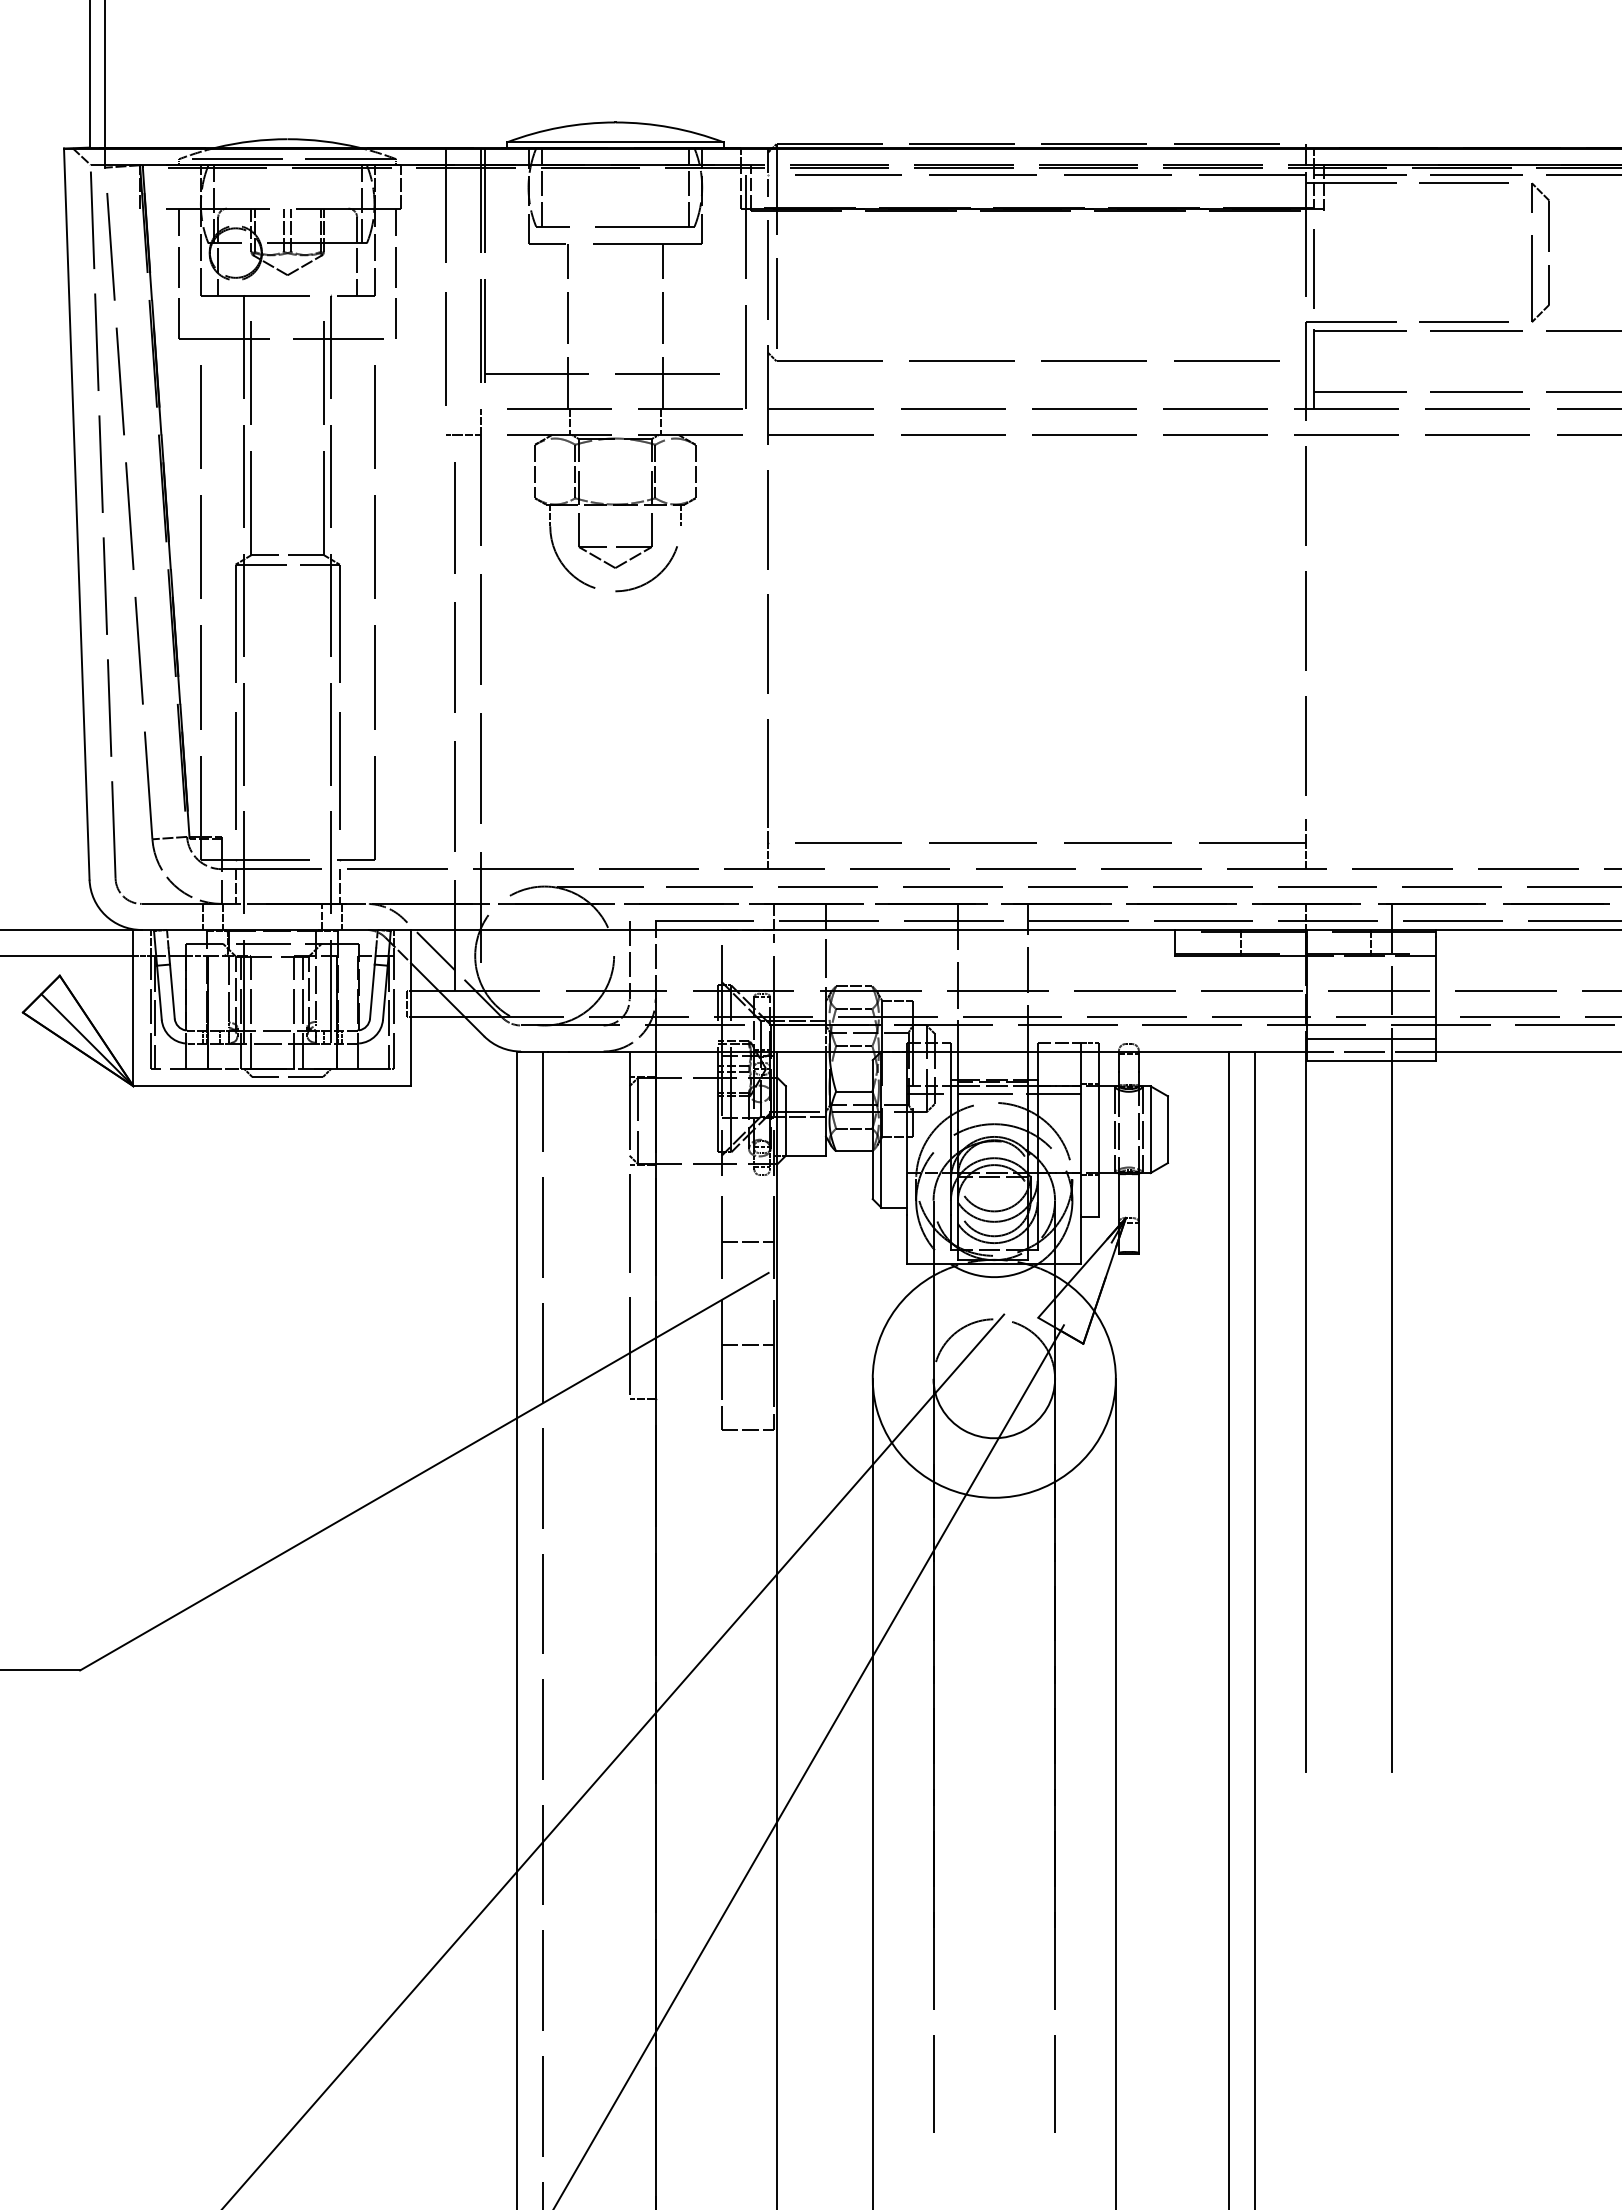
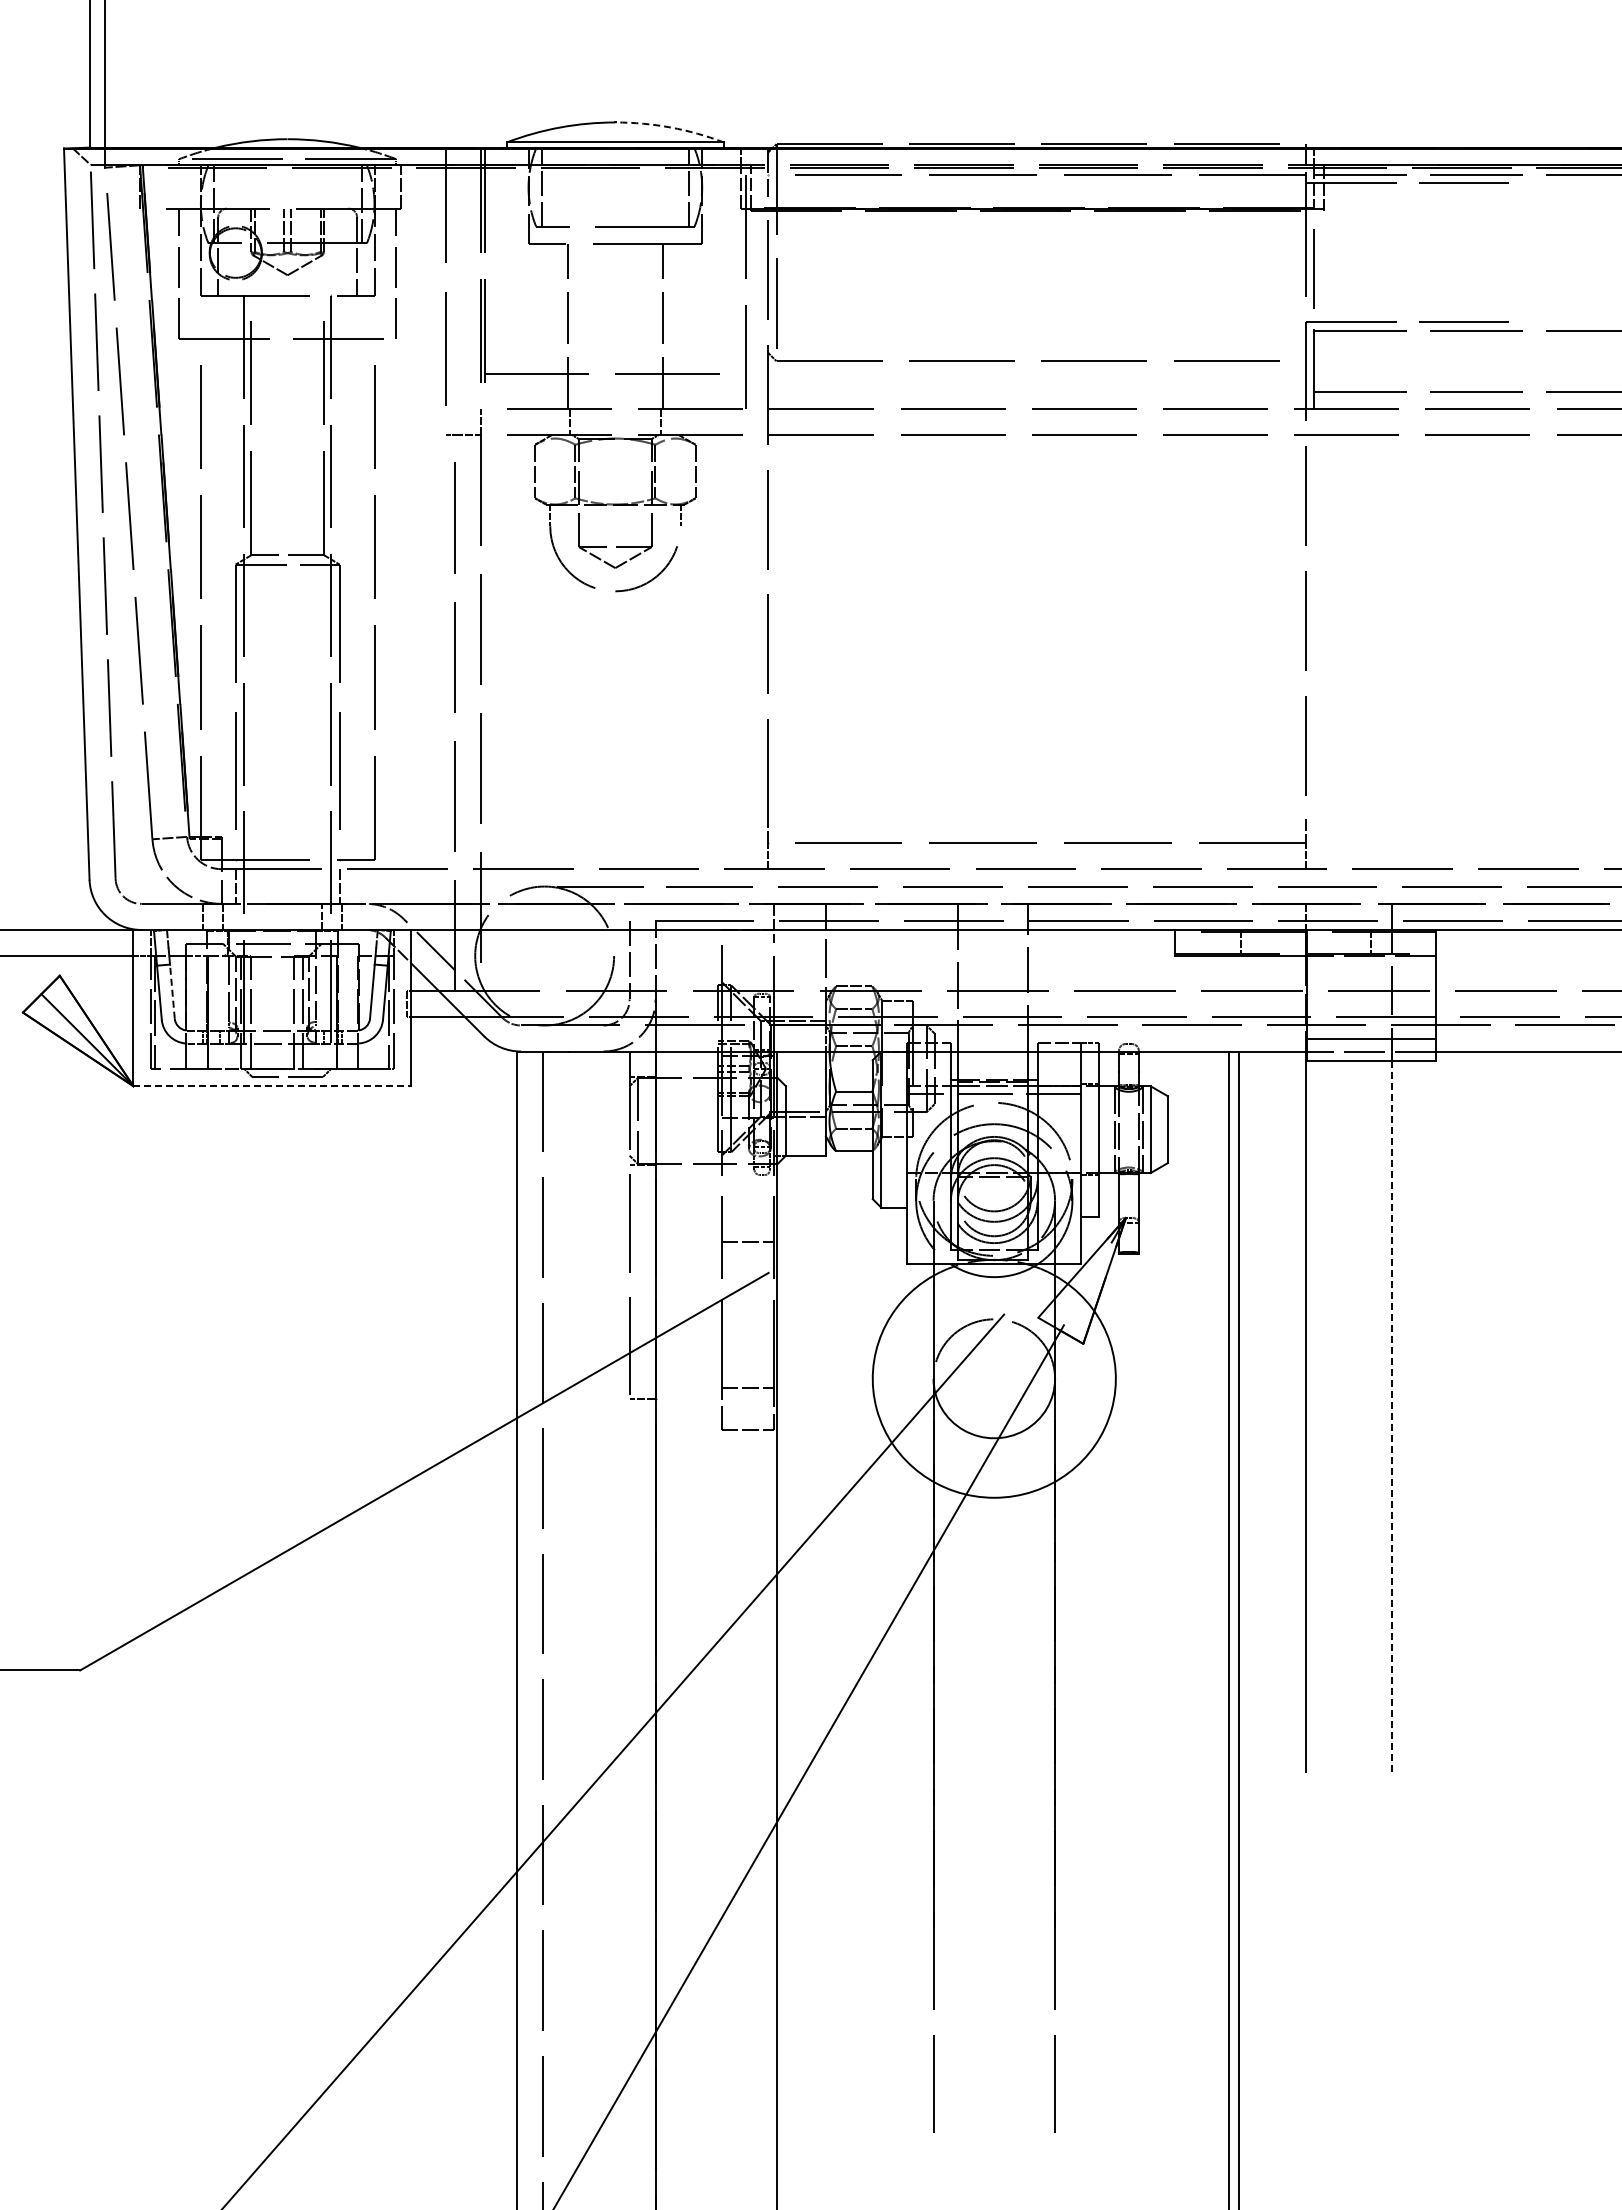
arc at (670, 127): solid -> dashed
part at (1532, 252): present -> none
line at (172, 991): solid -> dashed
line at (272, 1086): solid -> dashed
line at (747, 1344) position: (747, 1344) -> (747, 1387)
line at (1392, 1416): solid -> dashed
line at (1254, 1628) position: (1254, 1628) -> (1238, 1628)
line at (872, 1792): present -> none
line at (1115, 1792): present -> none
